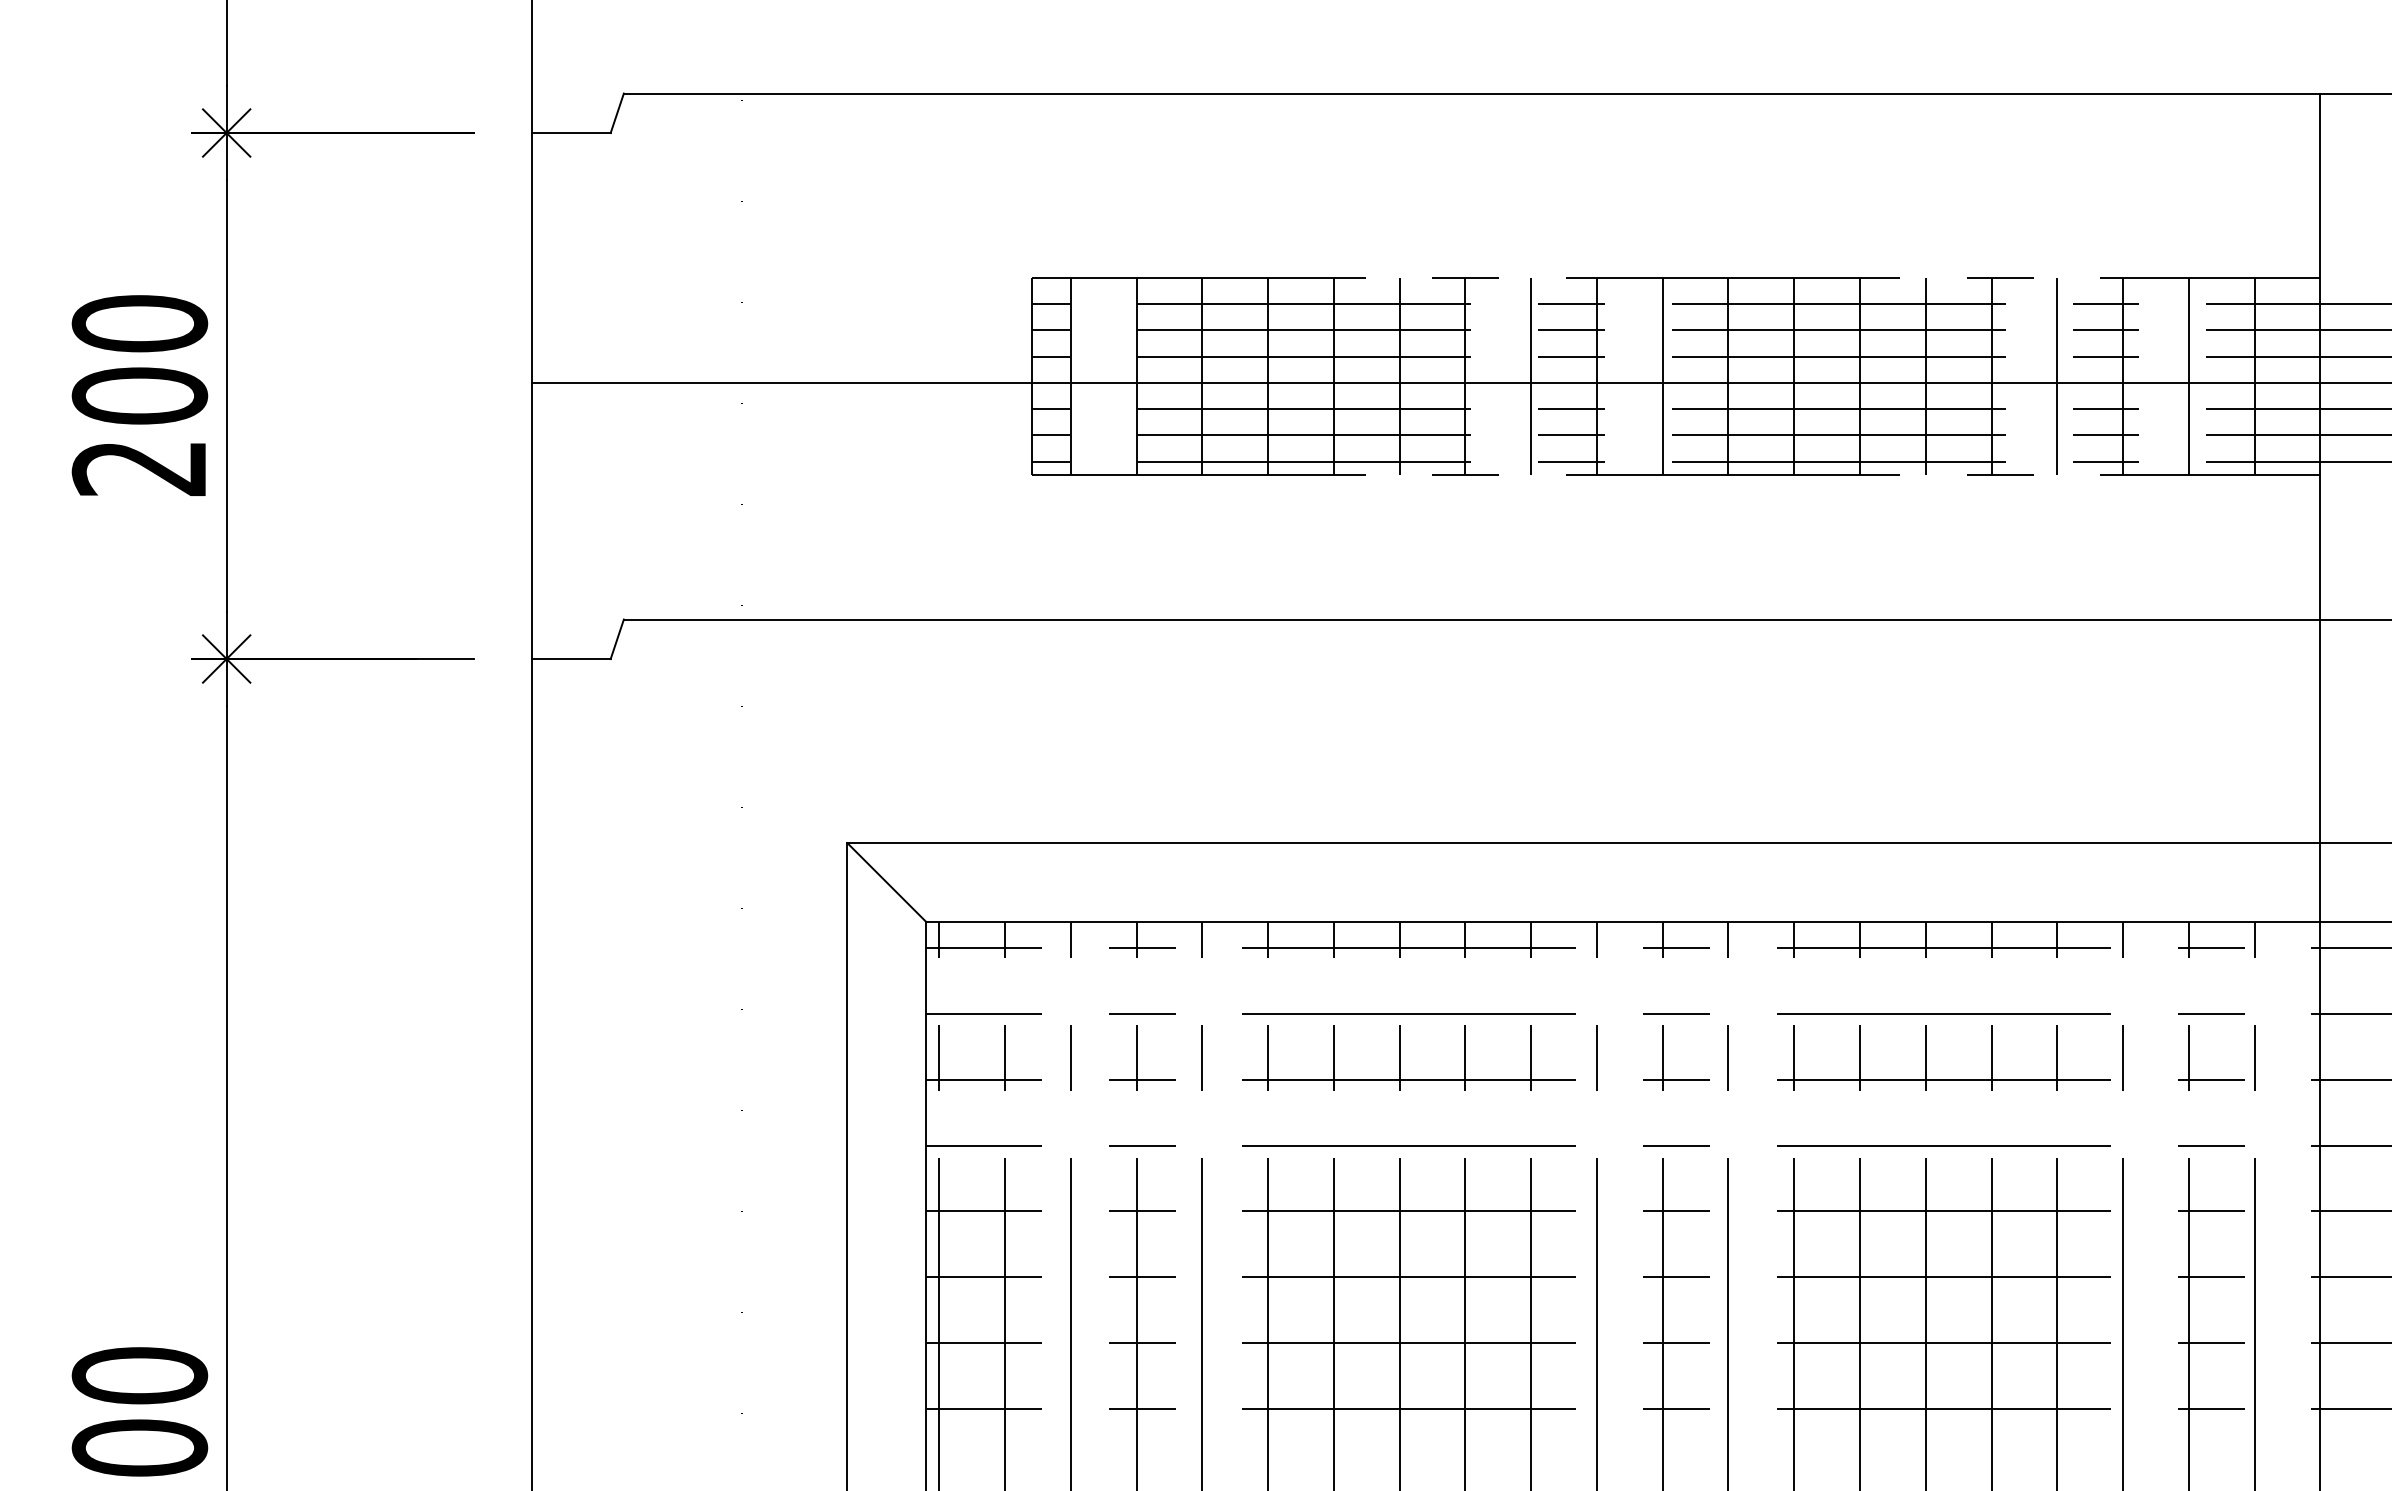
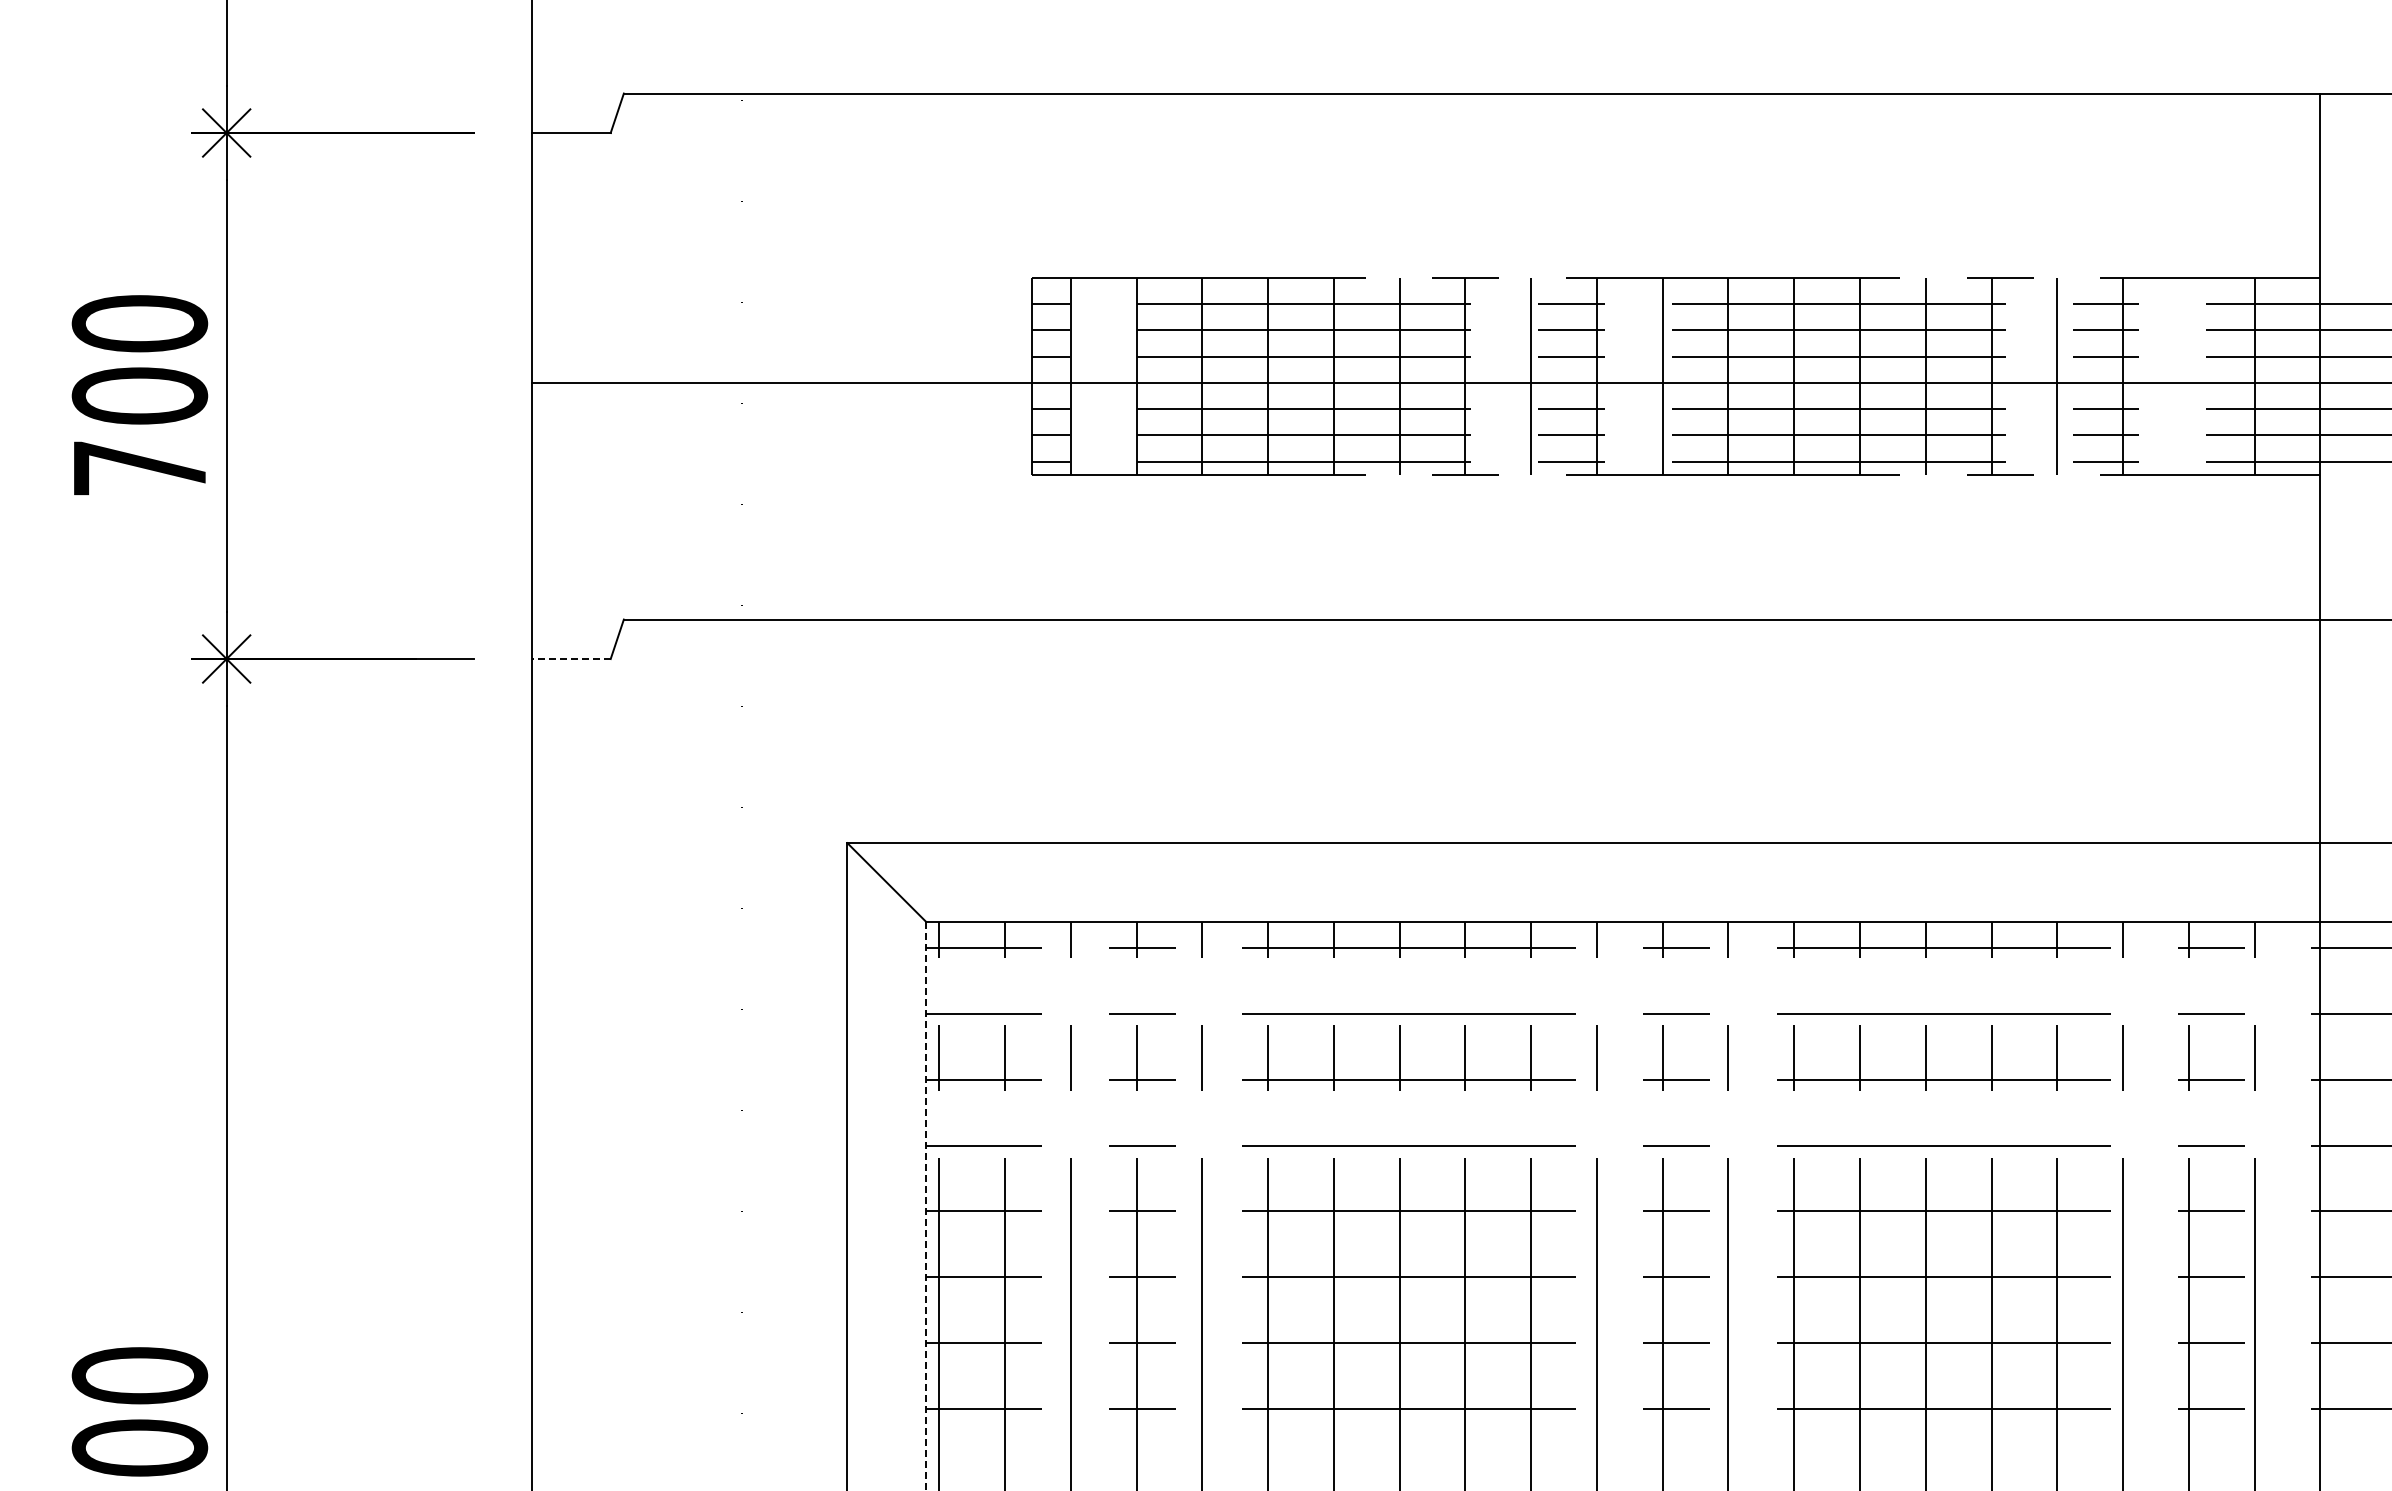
line at (2188, 375): present -> none
text at (138, 468): 200 -> 700
line at (570, 659): solid -> dashed
line at (926, 1206): solid -> dashed
